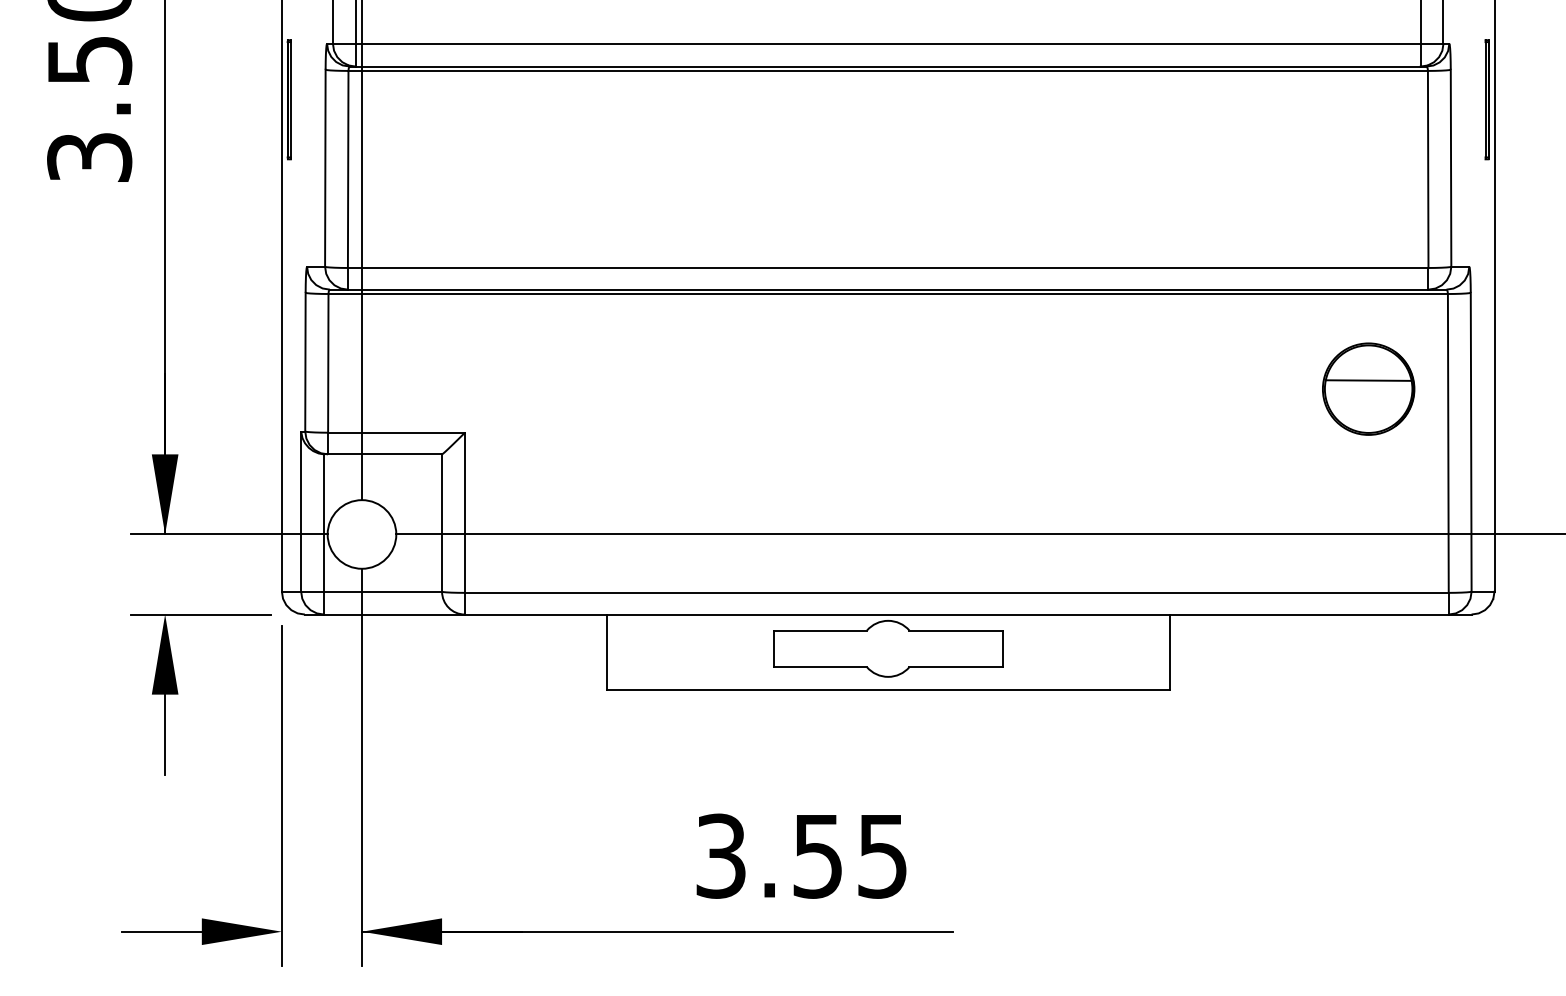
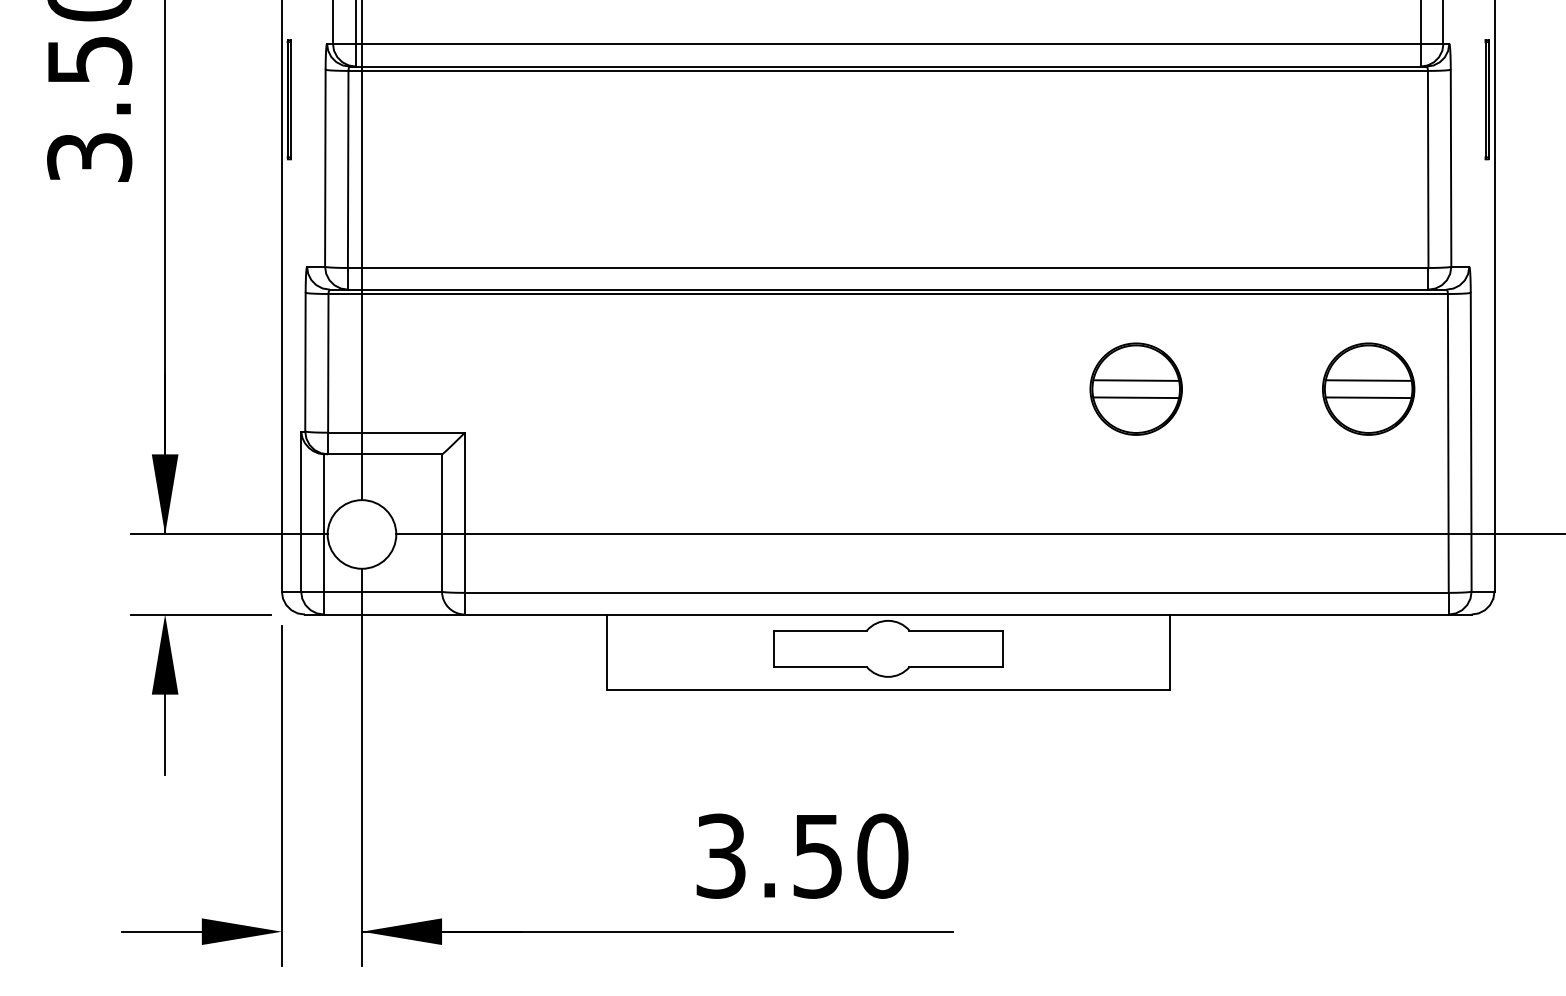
part at (1135, 388): none -> present
line at (1368, 397): none -> present
text at (882, 855): 3.55 -> 3.50
